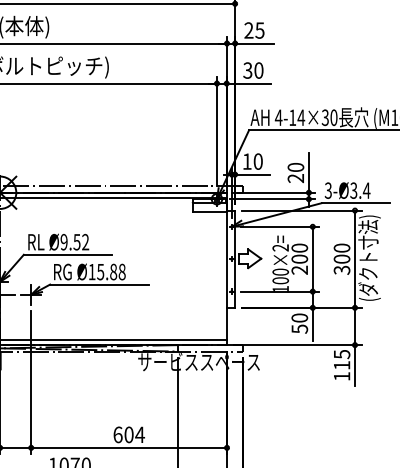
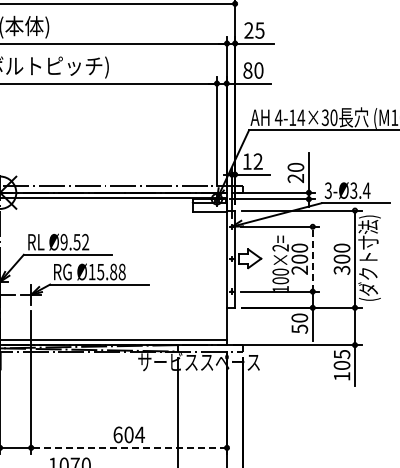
text at (247, 70): 30 -> 80
text at (257, 161): 10 -> 12
line at (312, 258): solid -> dashed
text at (341, 365): 115 -> 105
line at (129, 447): solid -> dashed
